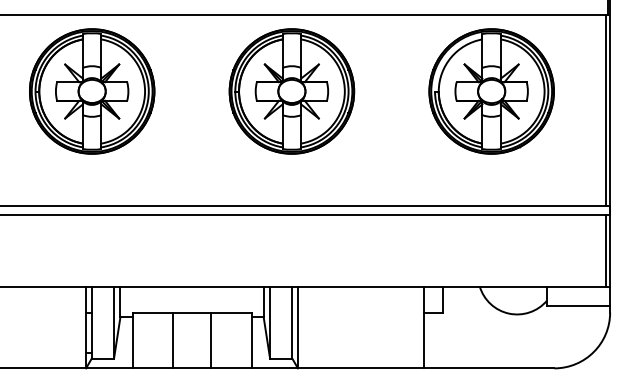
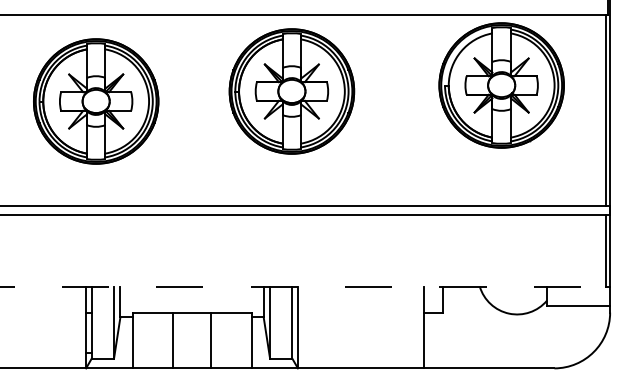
part at (92, 91) position: (92, 91) -> (96, 101)
part at (491, 91) position: (491, 91) -> (501, 85)
line at (303, 286): solid -> dashed
